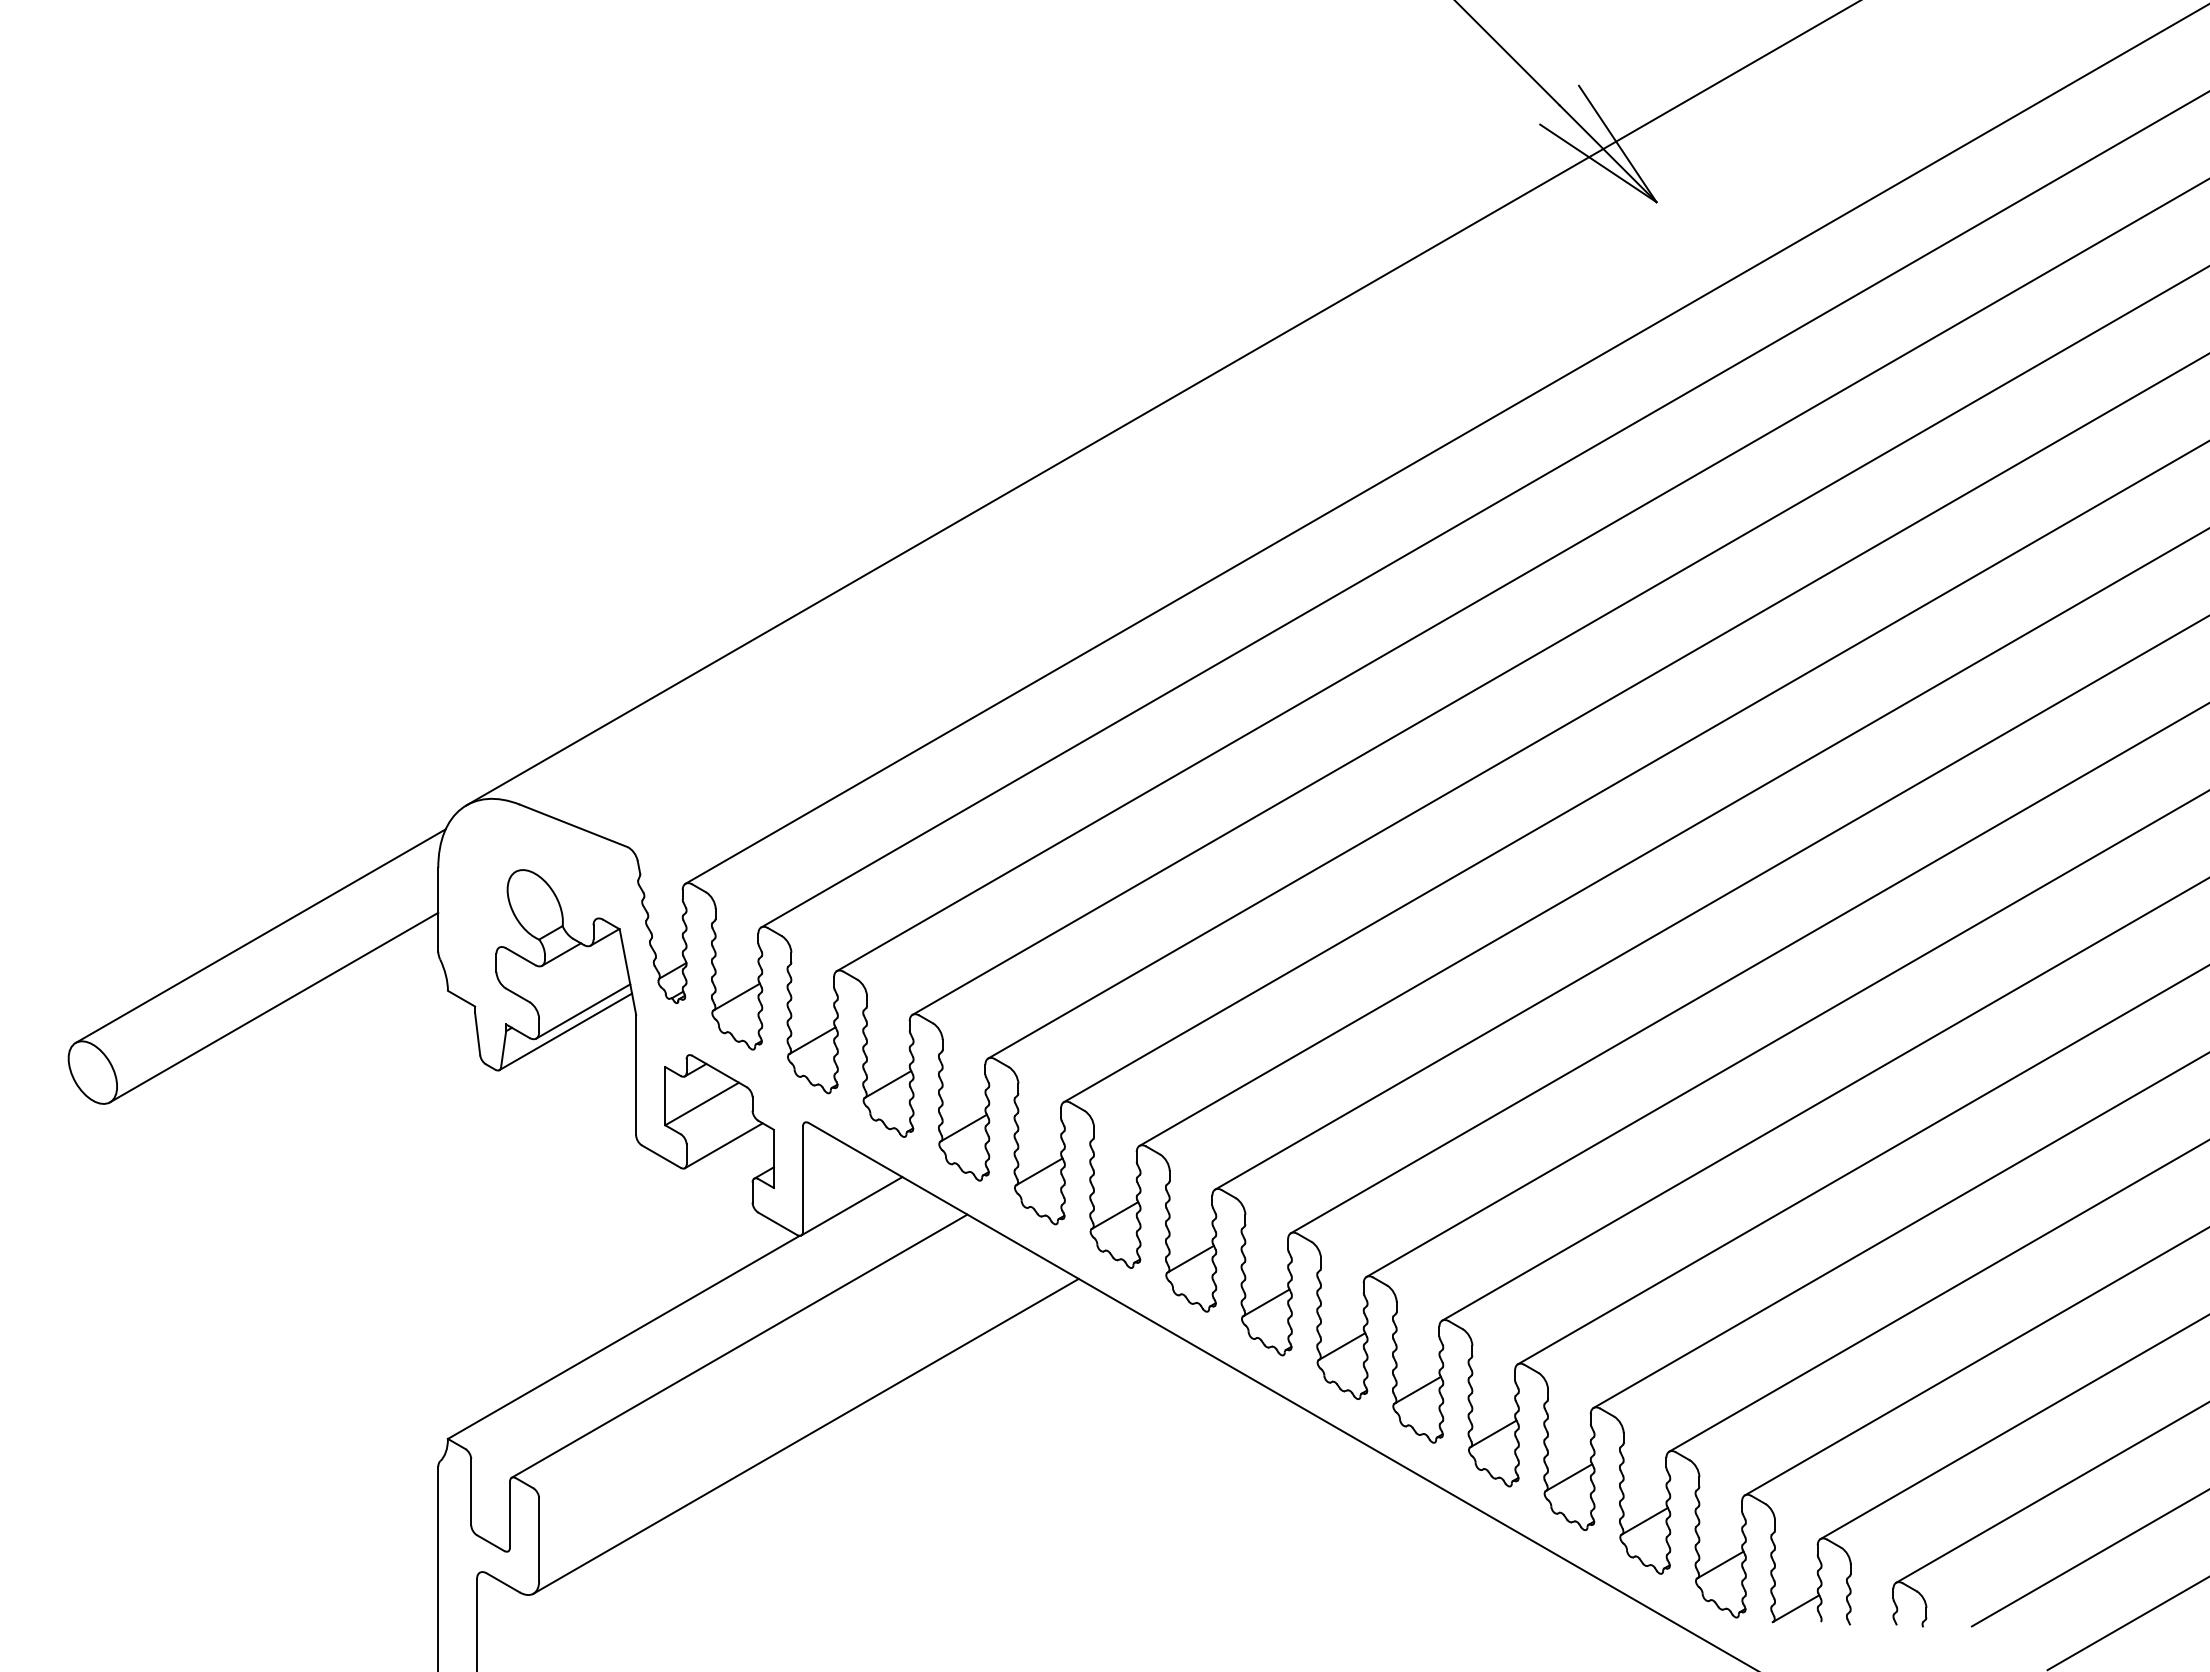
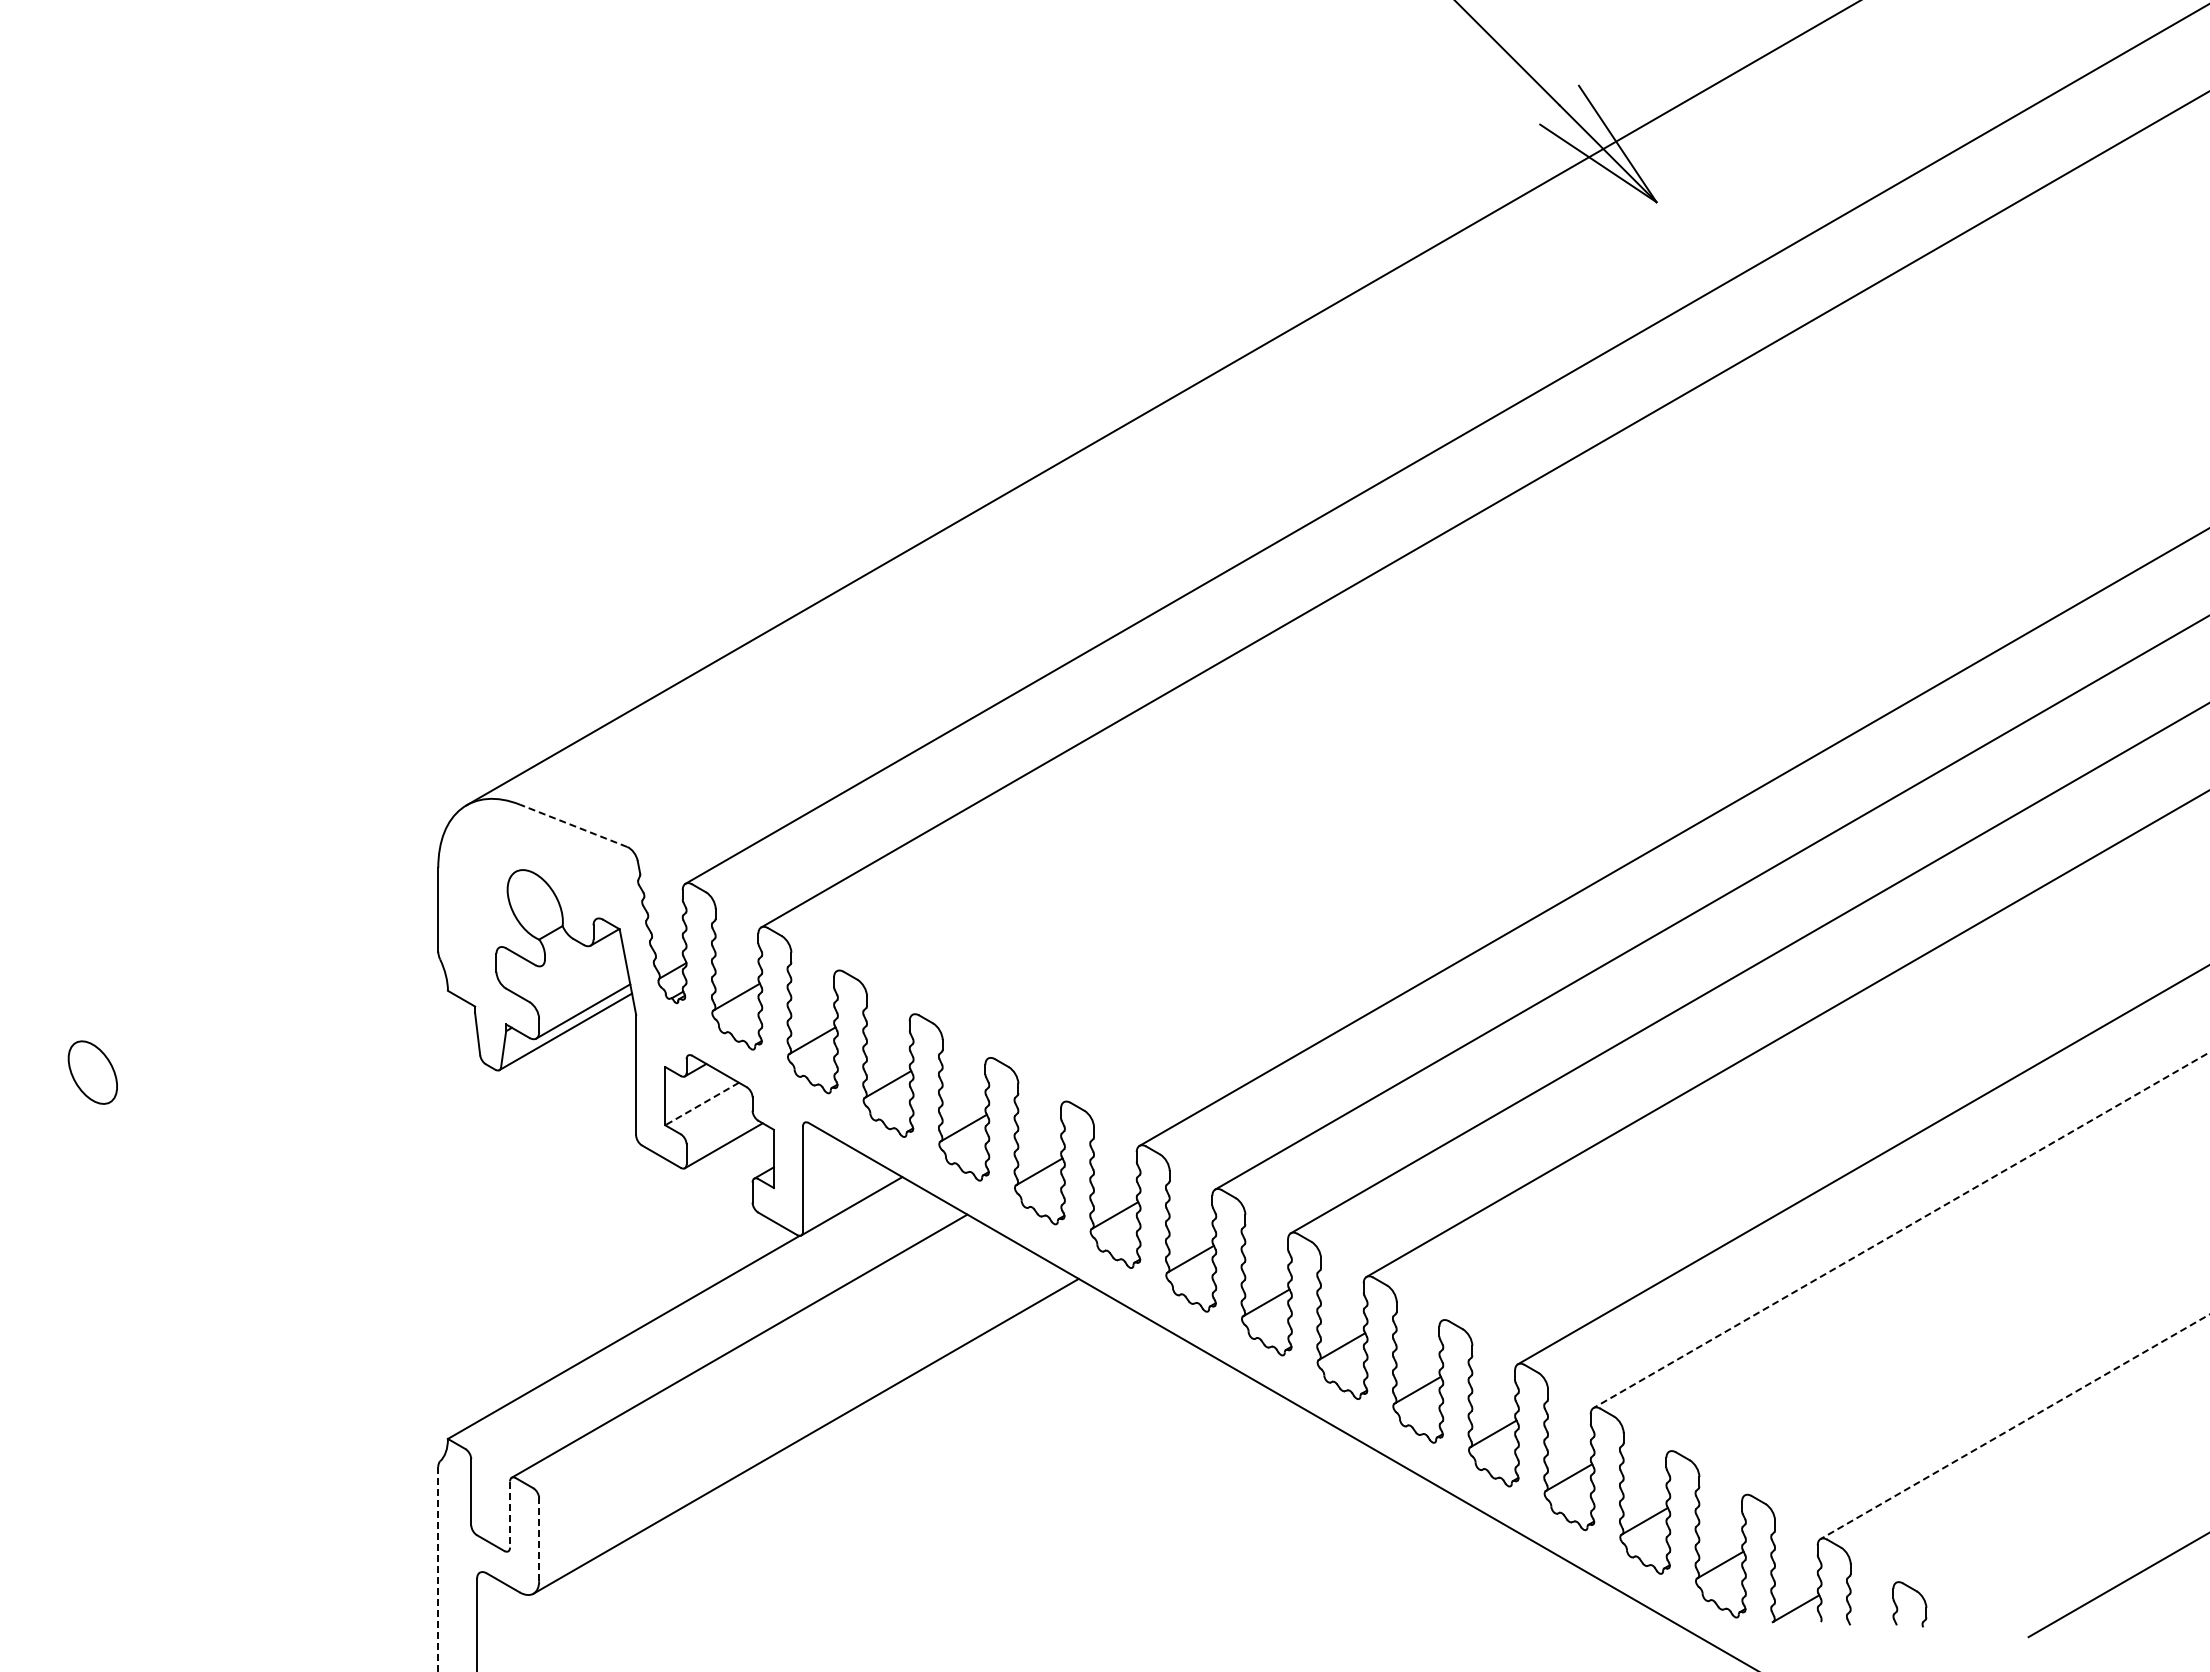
line at (1521, 575): present -> none
line at (1559, 640): present -> none
line at (1597, 706): present -> none
line at (1634, 772): present -> none
line at (573, 825): solid -> dashed
line at (260, 935): present -> none
line at (561, 954): present -> none
line at (274, 1007): present -> none
line at (1824, 1099): present -> none
line at (702, 1104): solid -> dashed
line at (1900, 1230): solid -> dashed
line at (1937, 1296): present -> none
line at (1975, 1361): present -> none
line at (2014, 1427): solid -> dashed
line at (2051, 1492): present -> none
line at (510, 1515): solid -> dashed
line at (539, 1539): solid -> dashed
line at (2088, 1558): present -> none
line at (438, 1569): solid -> dashed
line at (2128, 1623) position: (2128, 1623) -> (2117, 1585)
